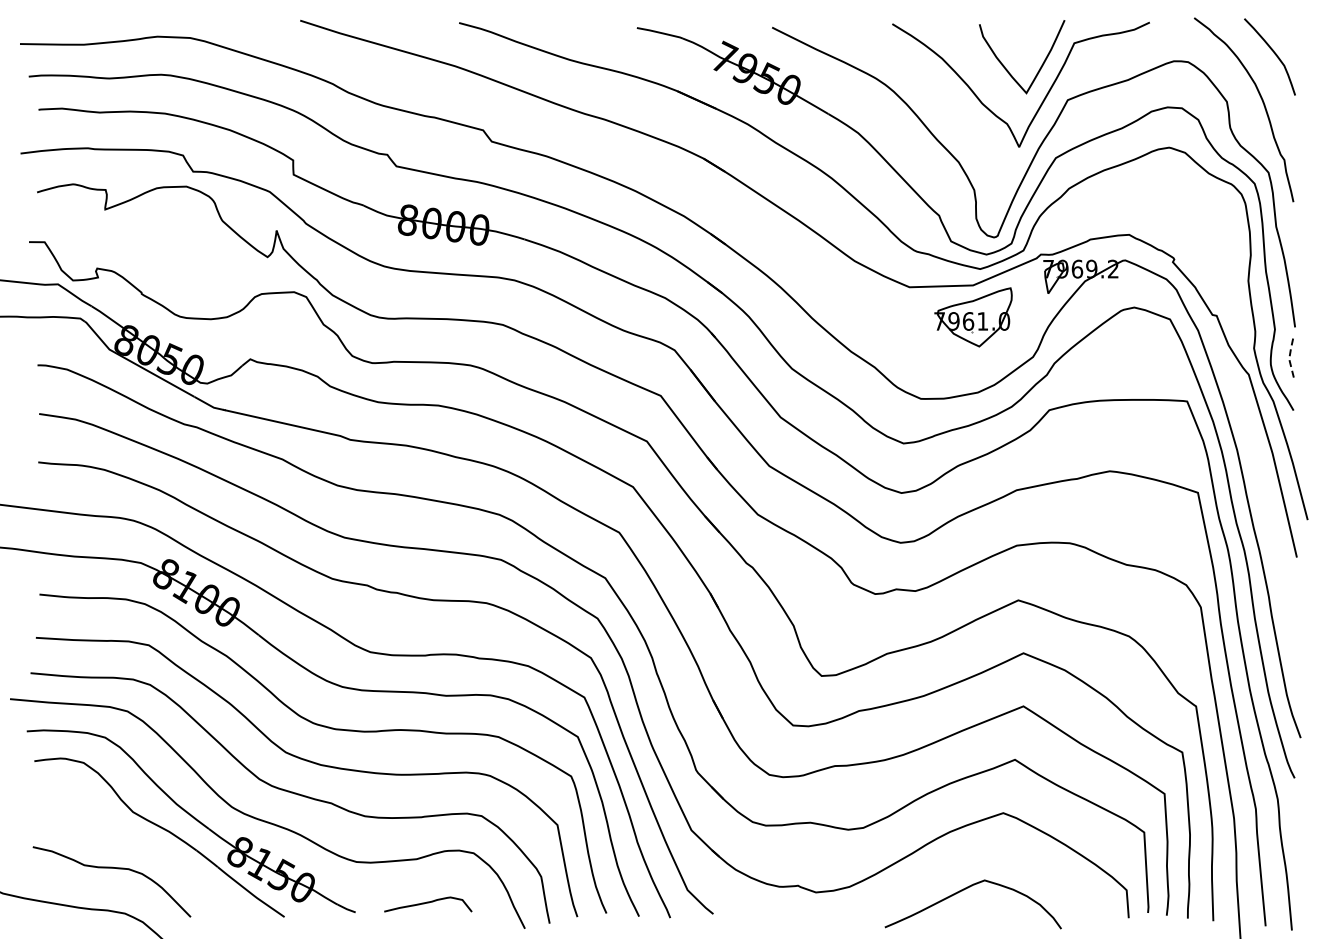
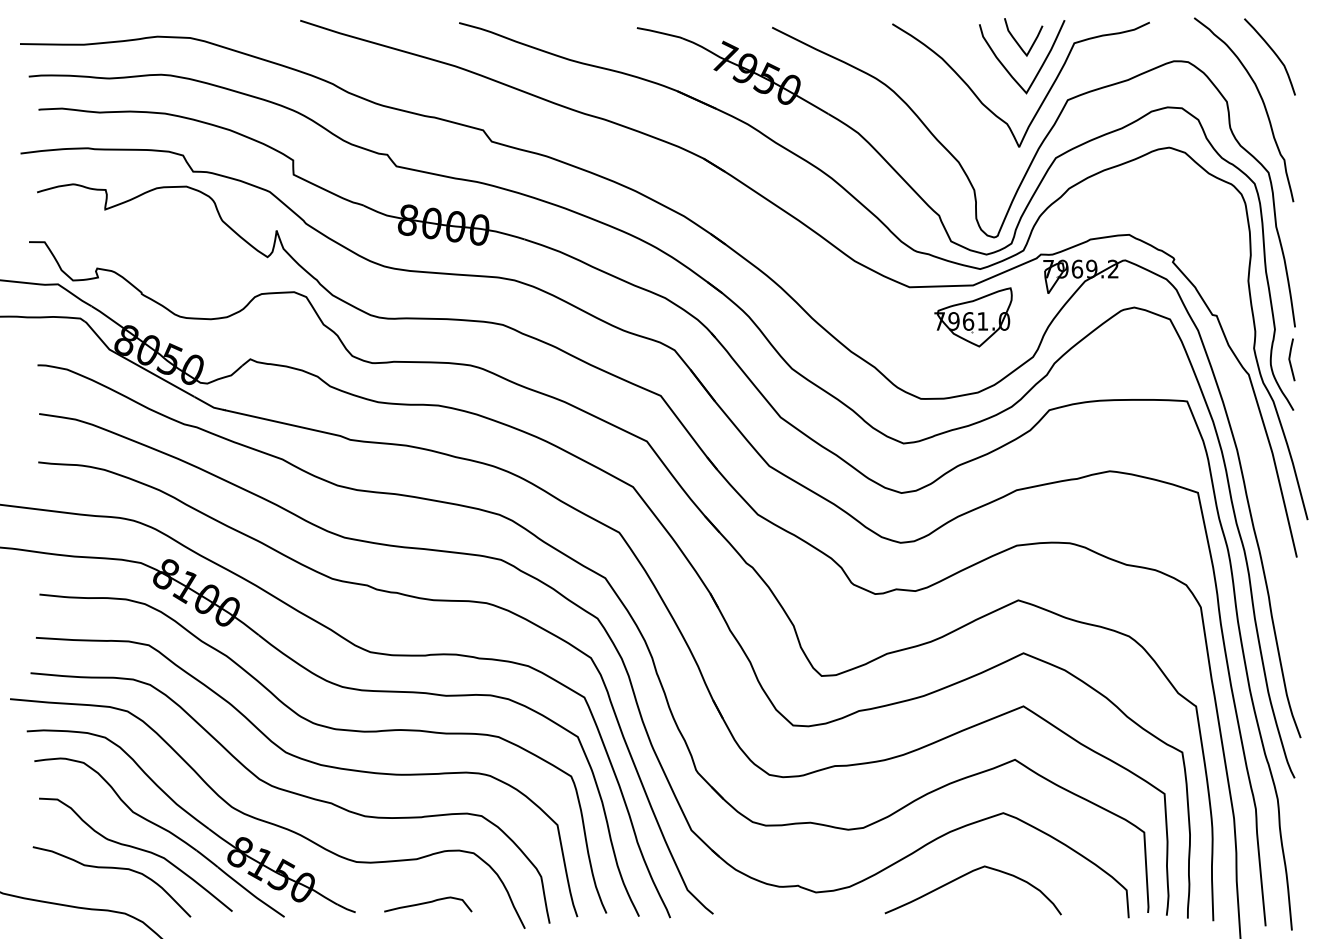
curve at (1017, 41): none -> present
line at (1289, 359): dashed -> solid
curve at (136, 849): none -> present
curve at (964, 890) position: (964, 890) -> (964, 876)
